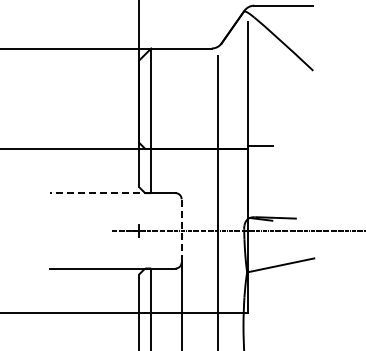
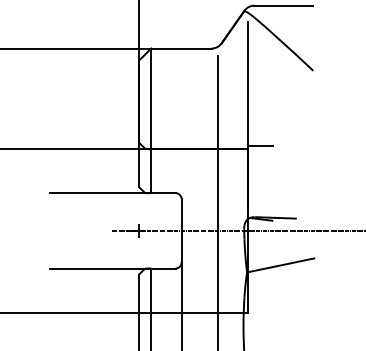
line at (100, 193): dashed -> solid
line at (181, 230): dashed -> solid
